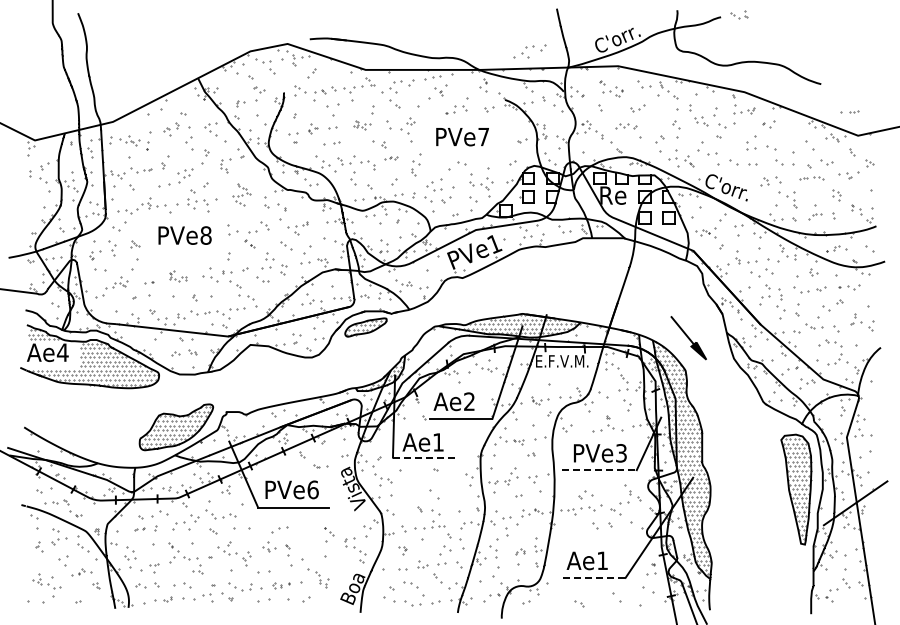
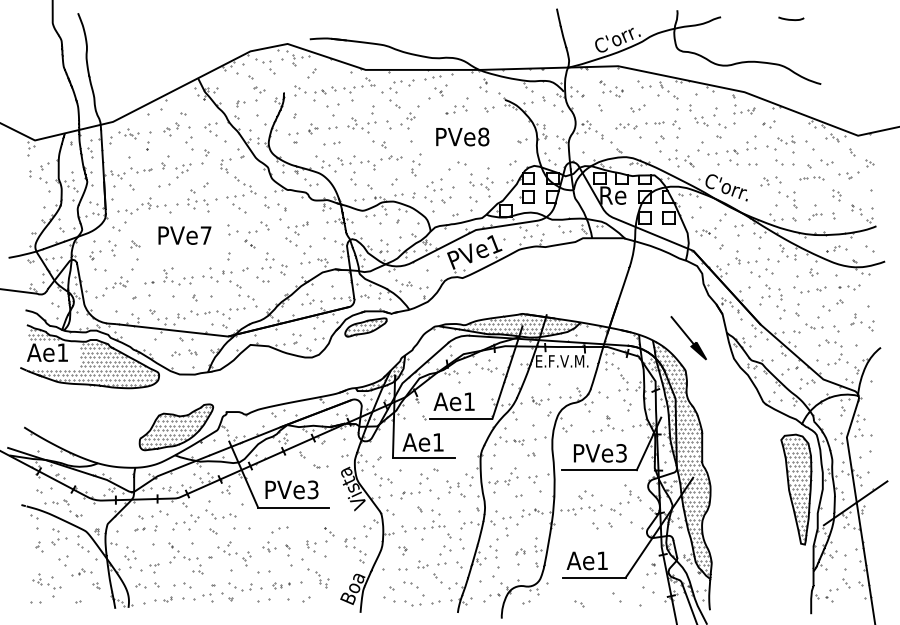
part at (739, 14) position: (739, 14) -> (786, 139)
curve at (791, 19): none -> present
part at (529, 51): present -> none
part at (849, 111) position: (849, 111) -> (654, 122)
part at (362, 125) size: 19x11 px -> 30x17 px
part at (407, 125) position: (407, 125) -> (407, 120)
text at (483, 136): PVe7 -> PVe8
part at (129, 140) position: (129, 140) -> (128, 133)
part at (732, 151): none -> present
part at (391, 158) size: 15x5 px -> 23x6 px
part at (185, 175) position: (185, 175) -> (183, 170)
part at (241, 194) size: 20x24 px -> 31x38 px
text at (205, 235): PVe8 -> PVe7
part at (286, 245) position: (286, 245) -> (291, 241)
part at (178, 276) size: 19x13 px -> 31x19 px
text at (62, 352): Ae4 -> Ae1
text at (469, 401): Ae2 -> Ae1
line at (424, 457): dashed -> solid
line at (599, 470): dashed -> solid
part at (414, 486): none -> present
part at (455, 488): none -> present
text at (312, 489): PVe6 -> PVe3
part at (311, 546): none -> present
line at (594, 577): dashed -> solid
part at (35, 601) size: 18x4 px -> 12x3 px
